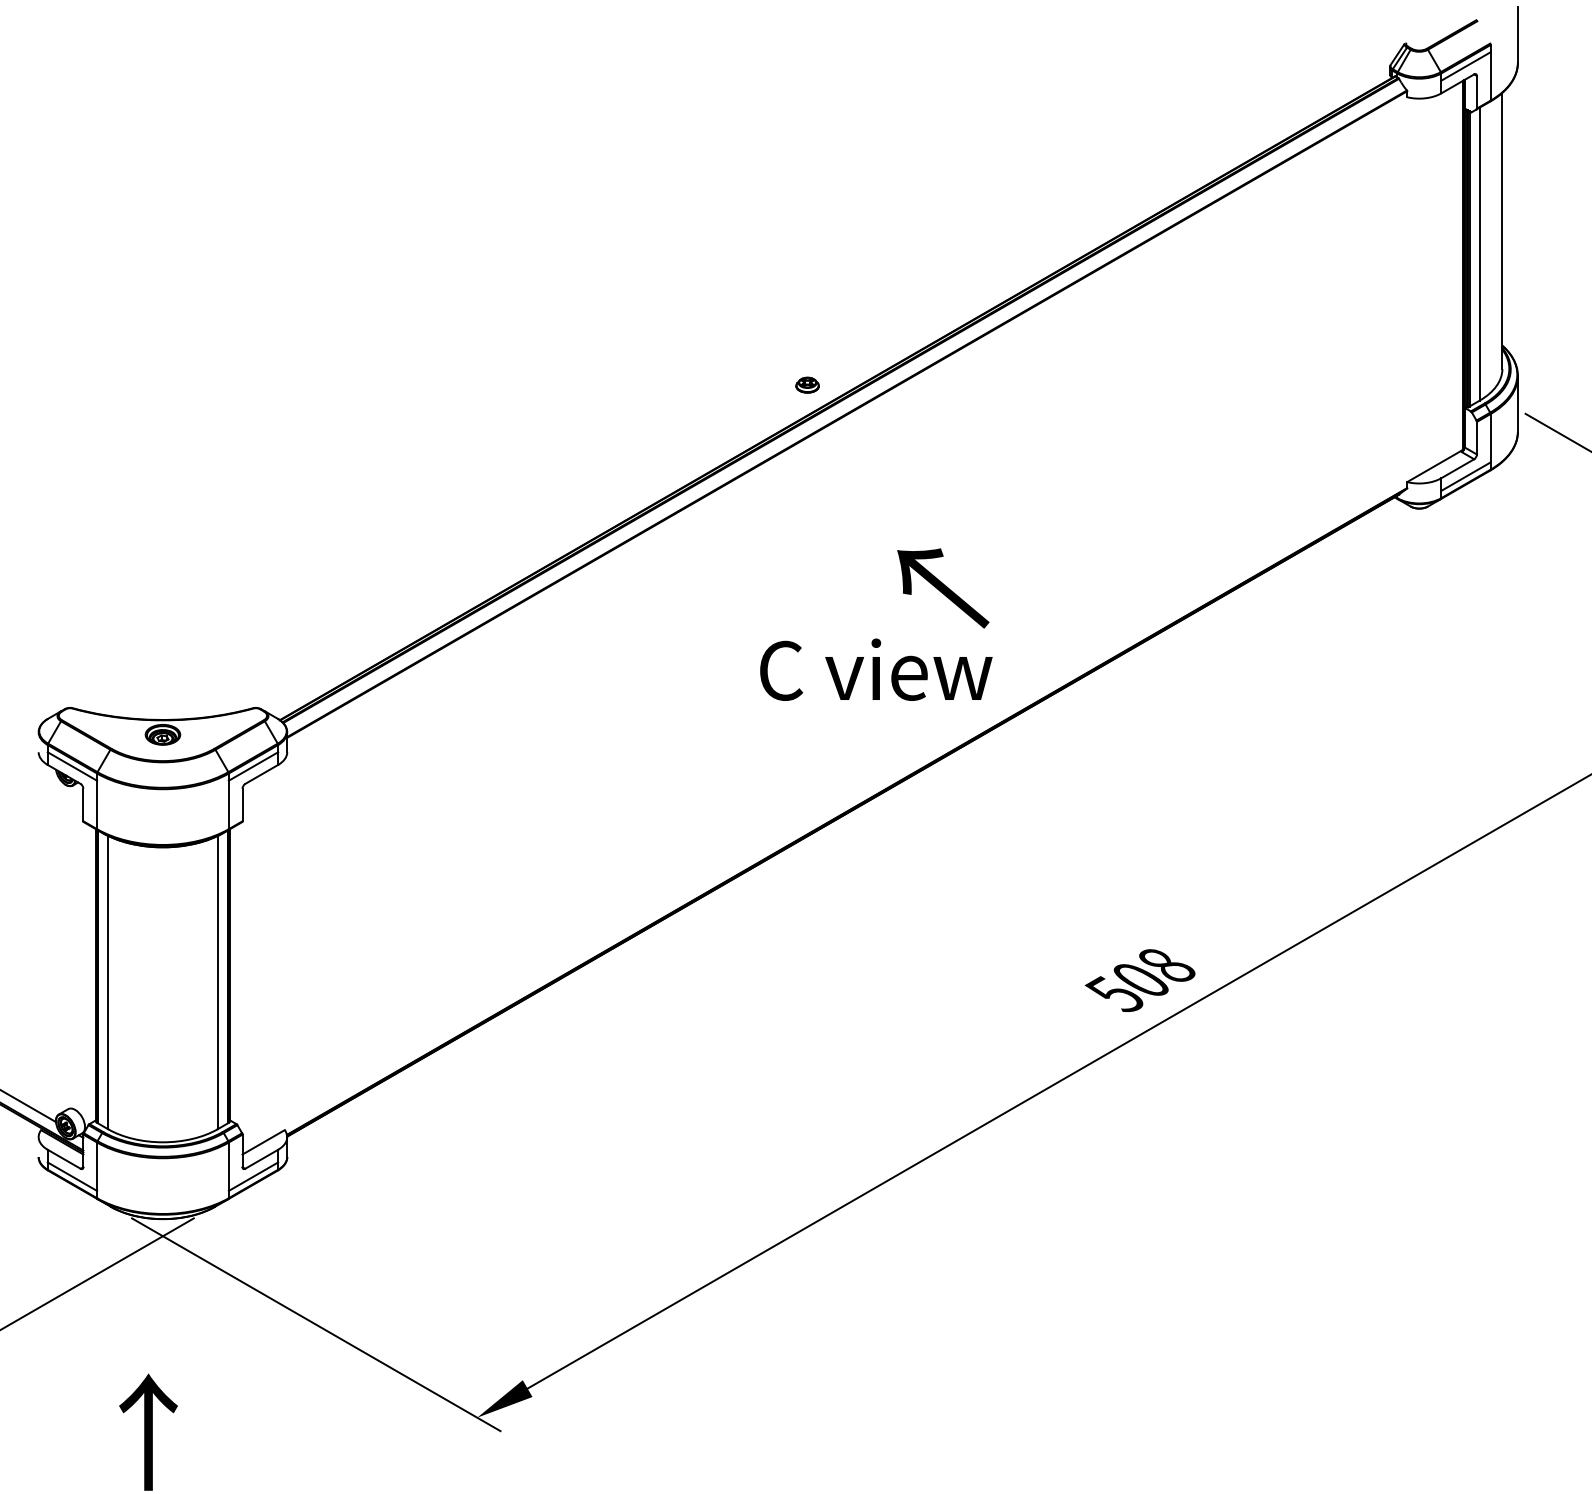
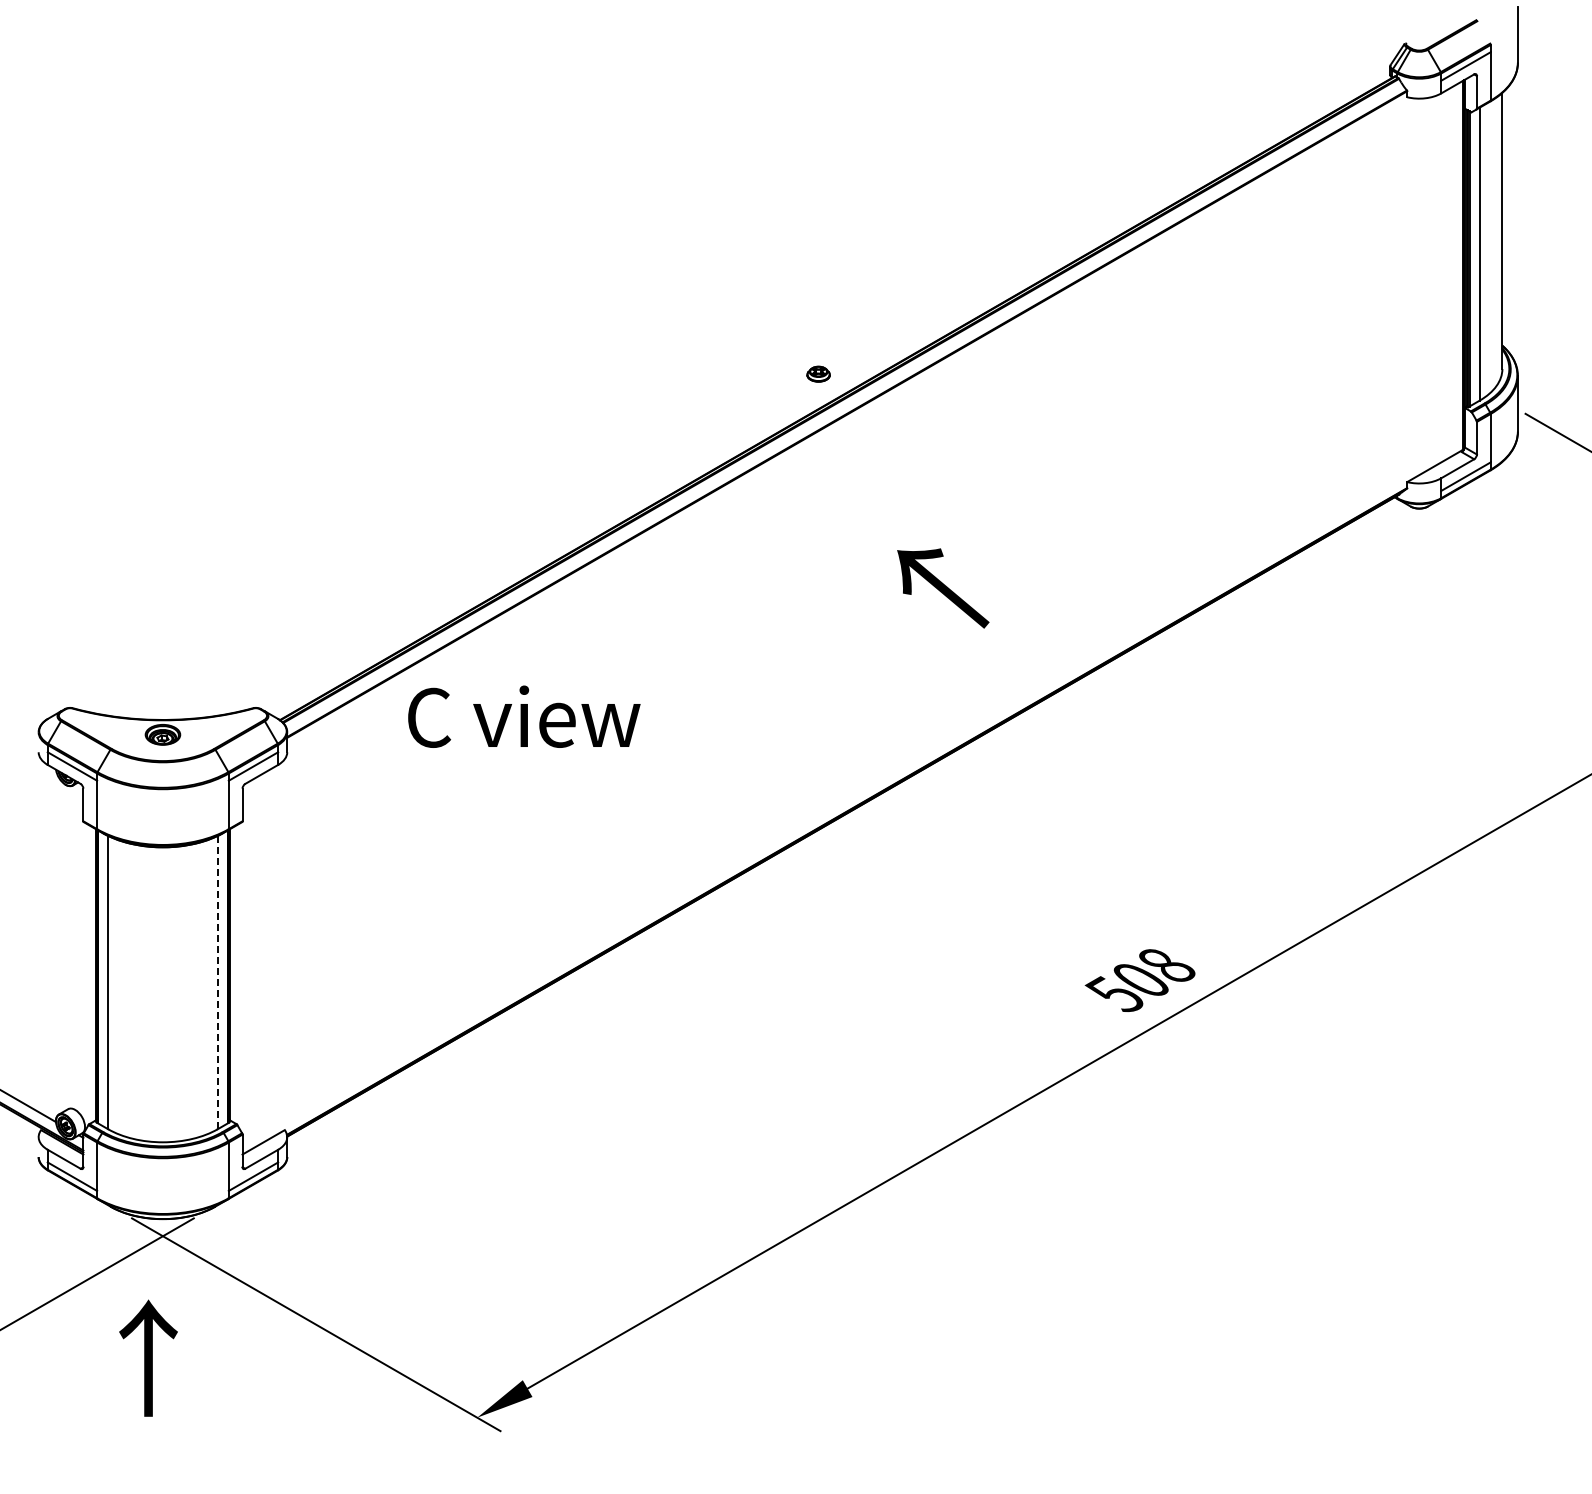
part at (807, 384) position: (807, 384) -> (818, 373)
text at (876, 669) position: (876, 669) -> (524, 716)
line at (217, 982): solid -> dashed
text at (148, 1431) position: (148, 1431) -> (148, 1357)
